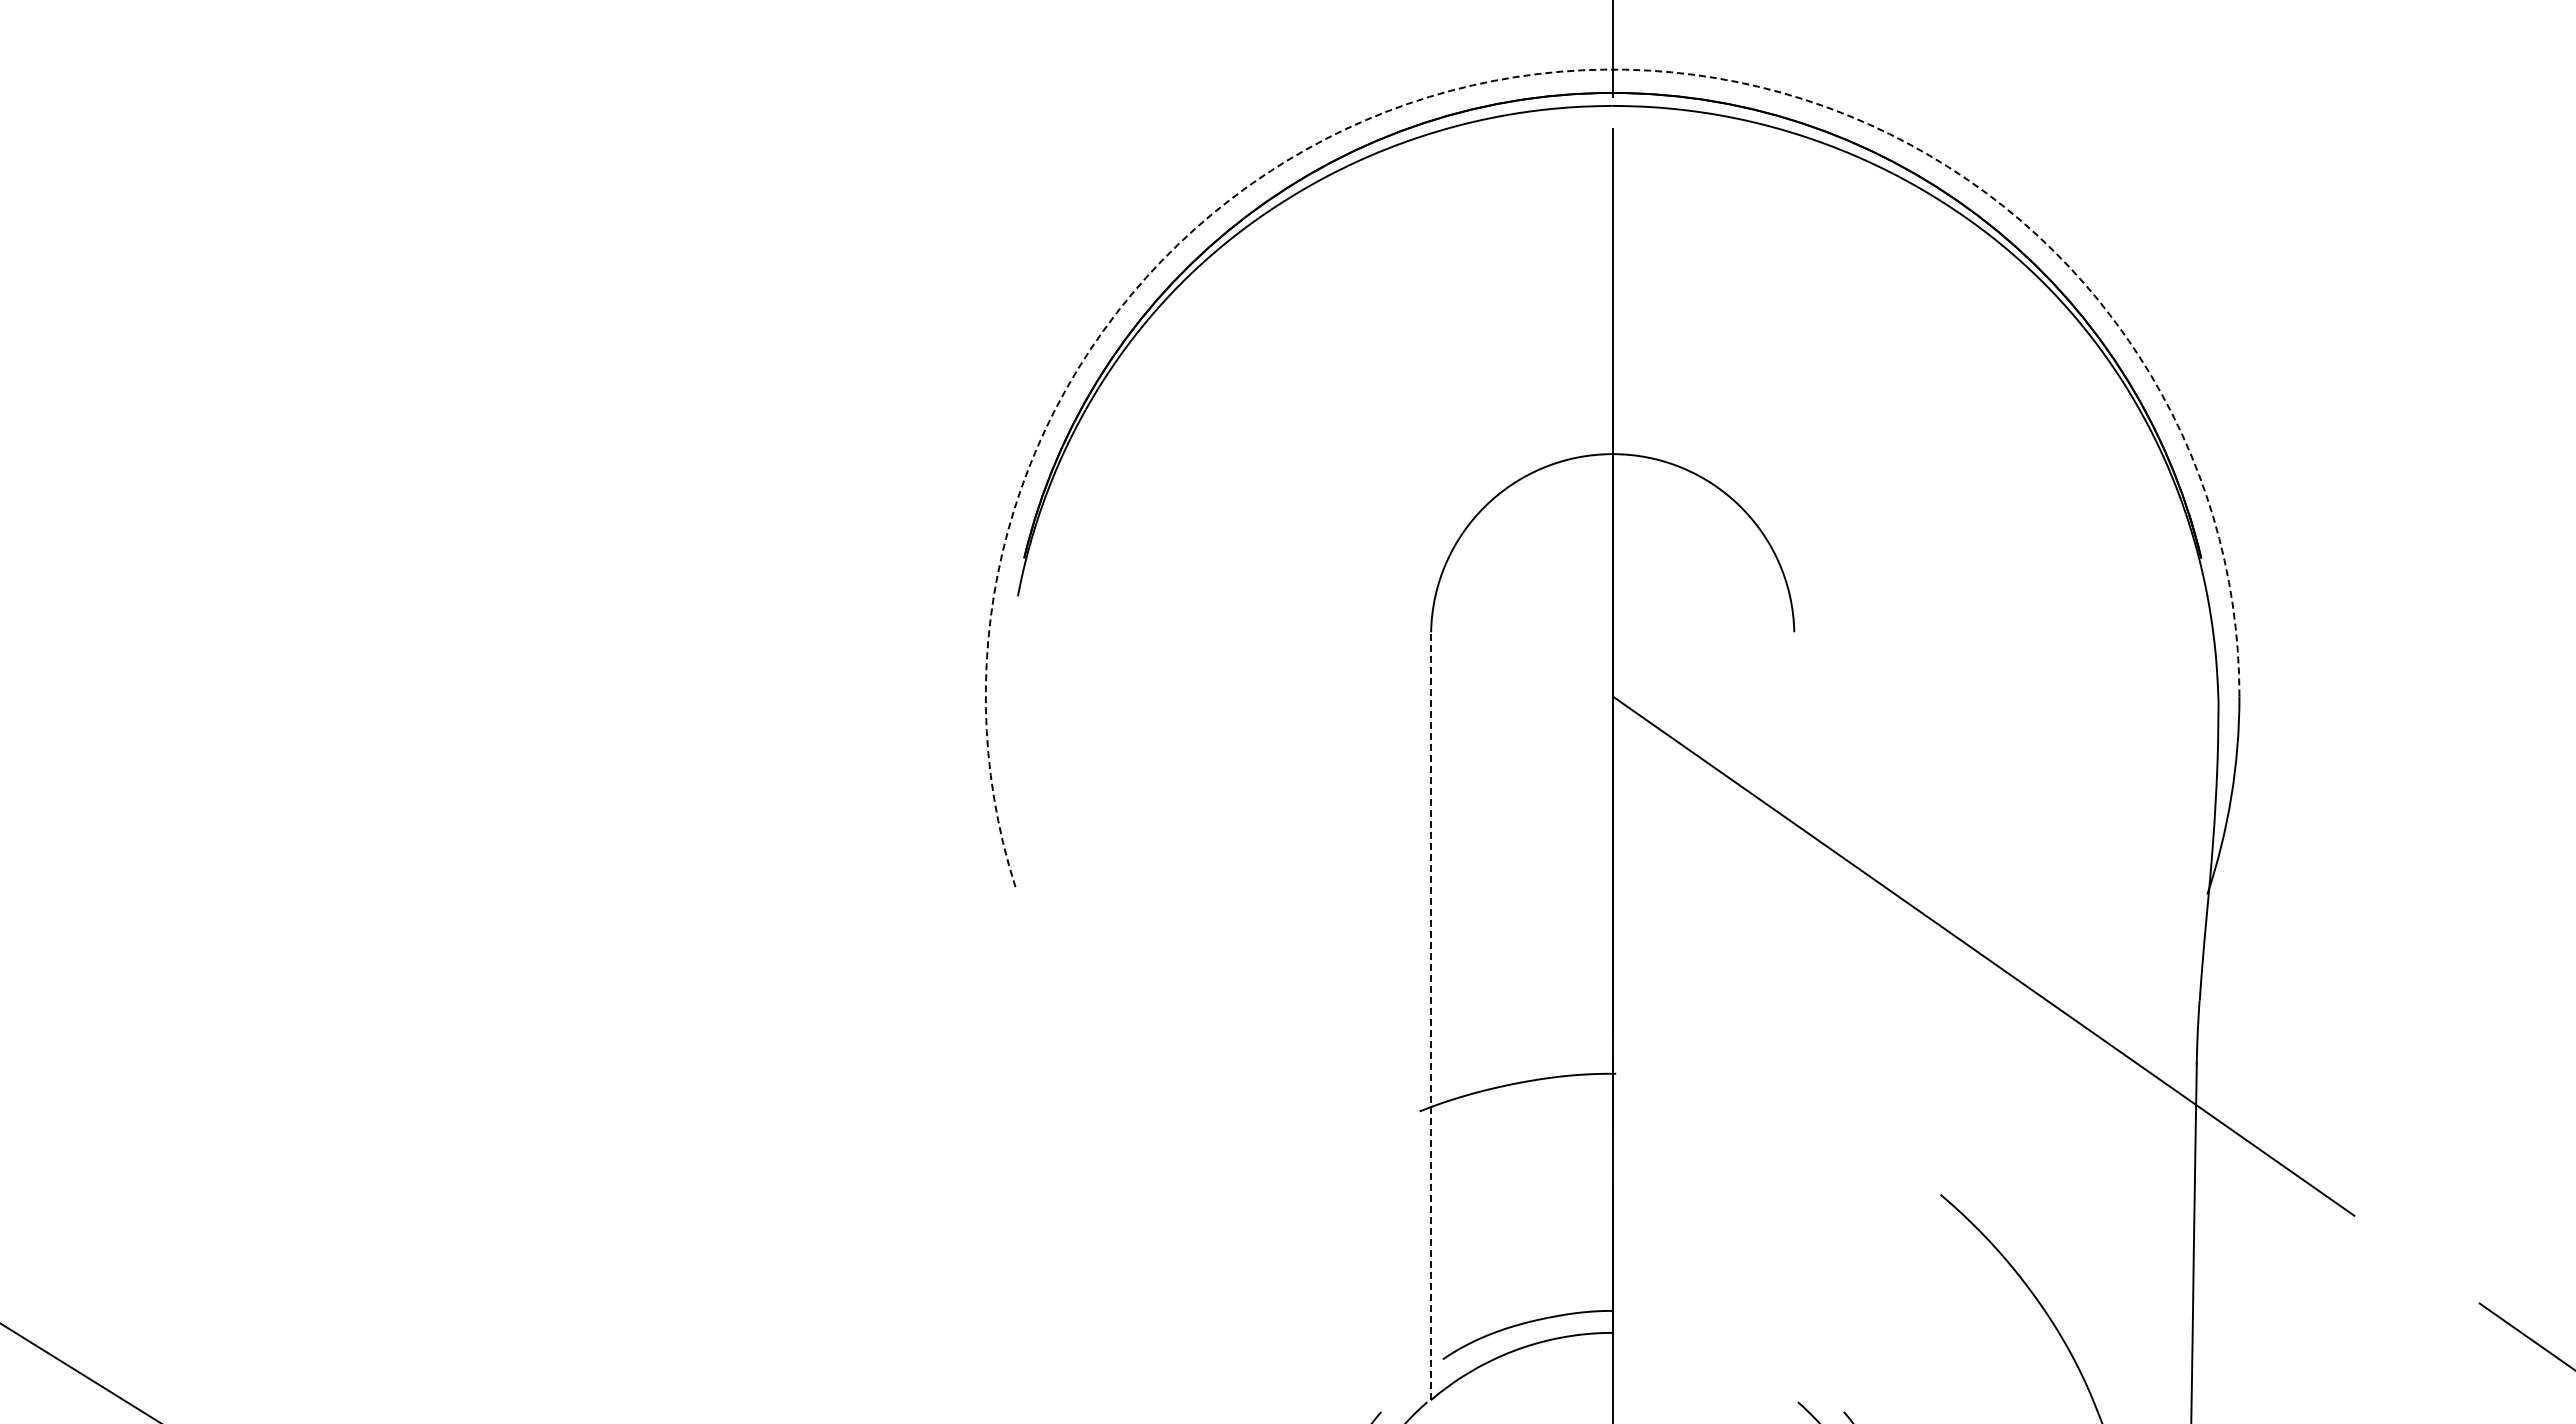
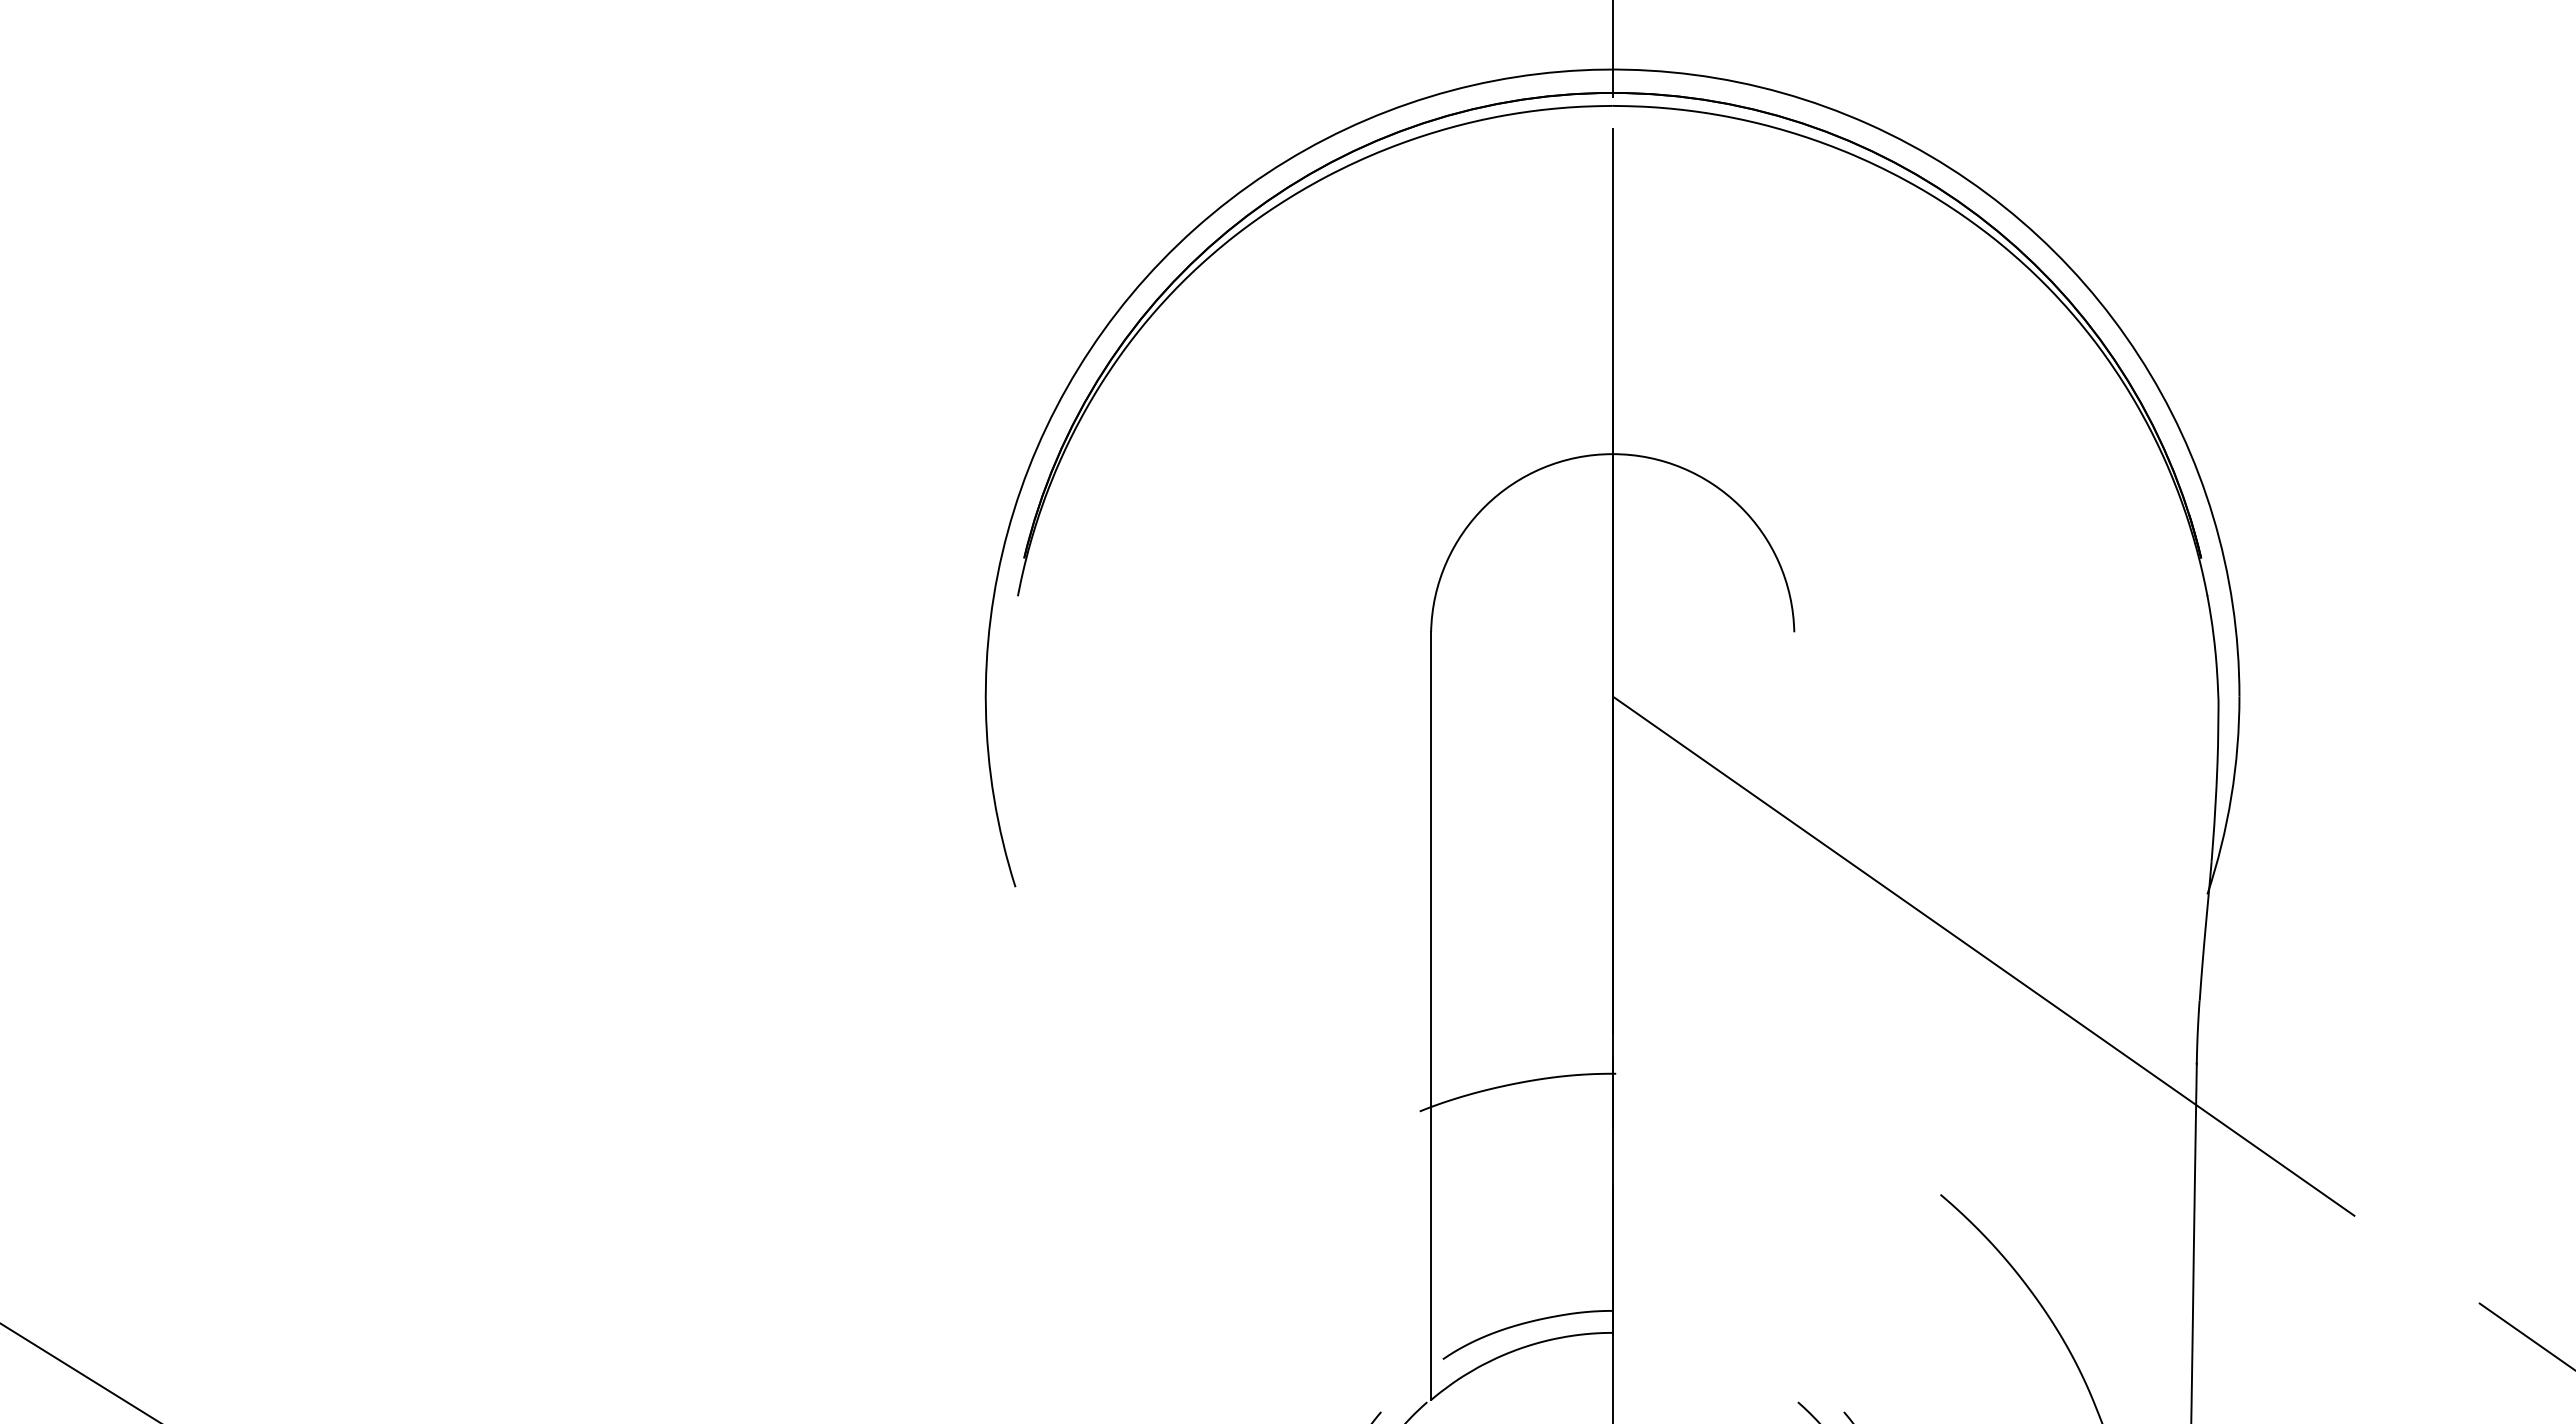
arc at (1516, 77): dashed -> solid
line at (1431, 1016): dashed -> solid
